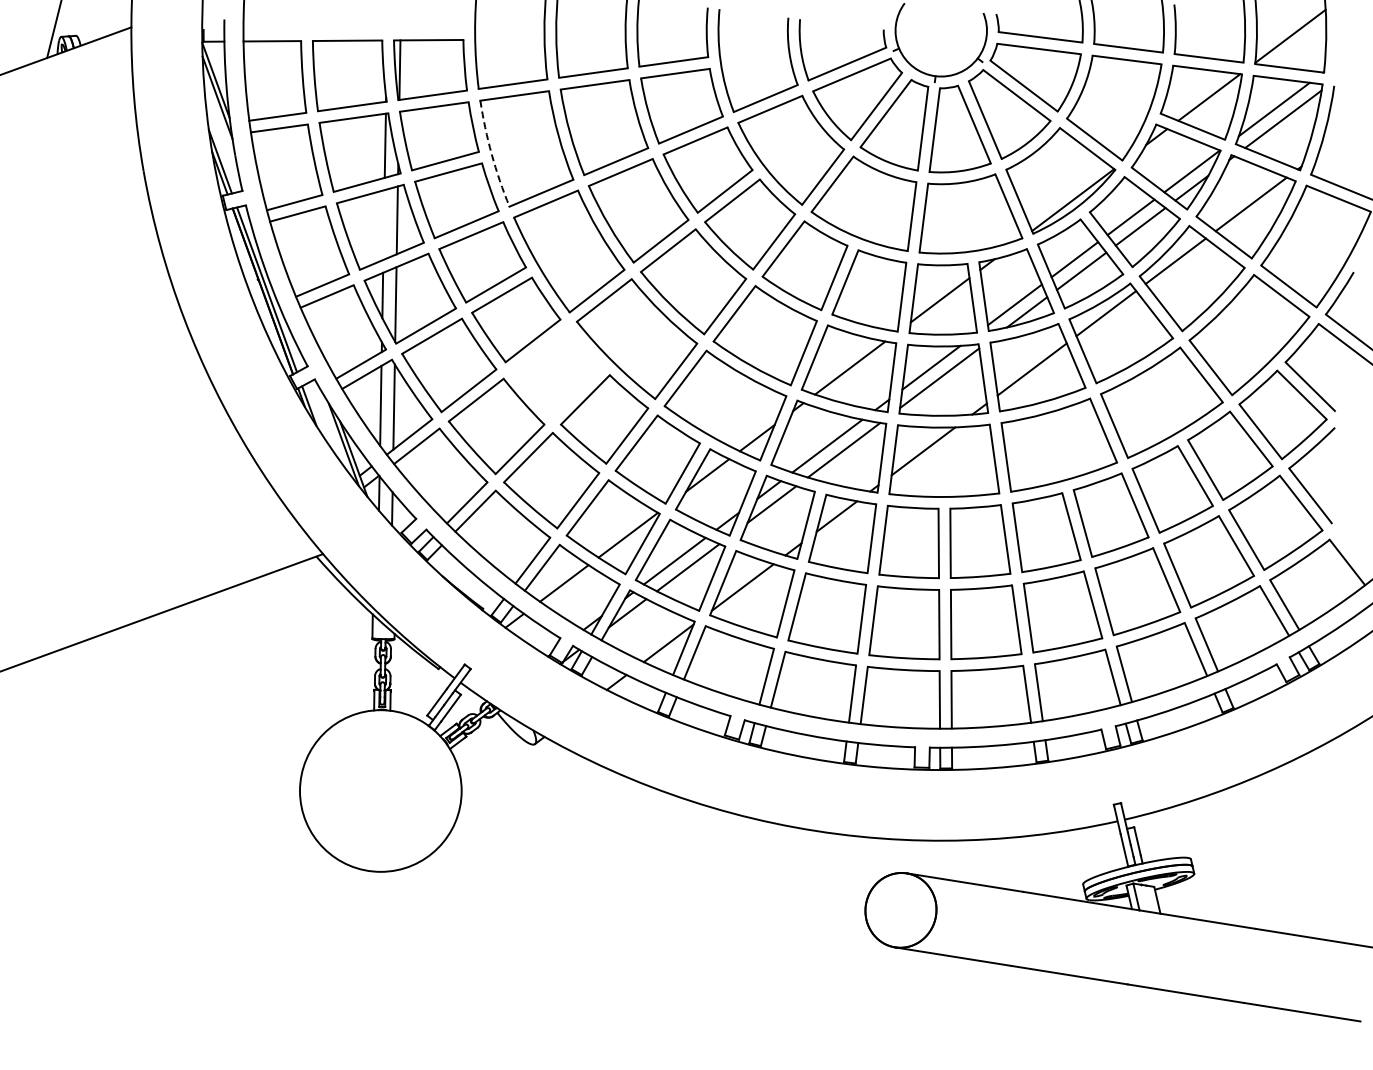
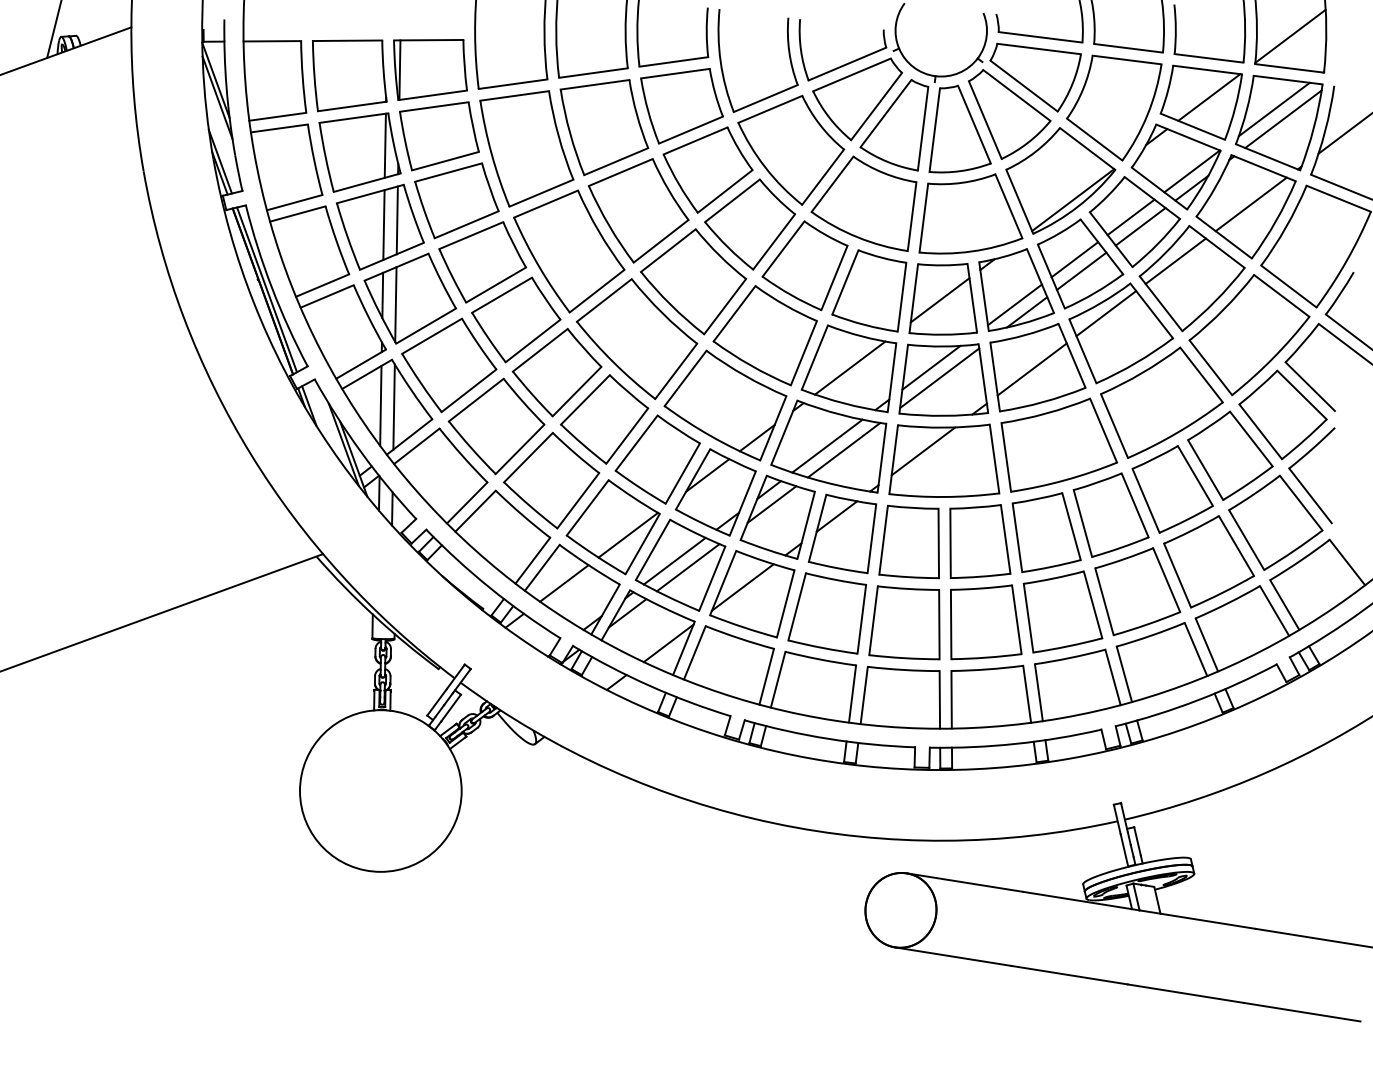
line at (1343, 134): none -> present
arc at (491, 154): dashed -> solid
line at (383, 224): none -> present
part at (556, 372): none -> present
